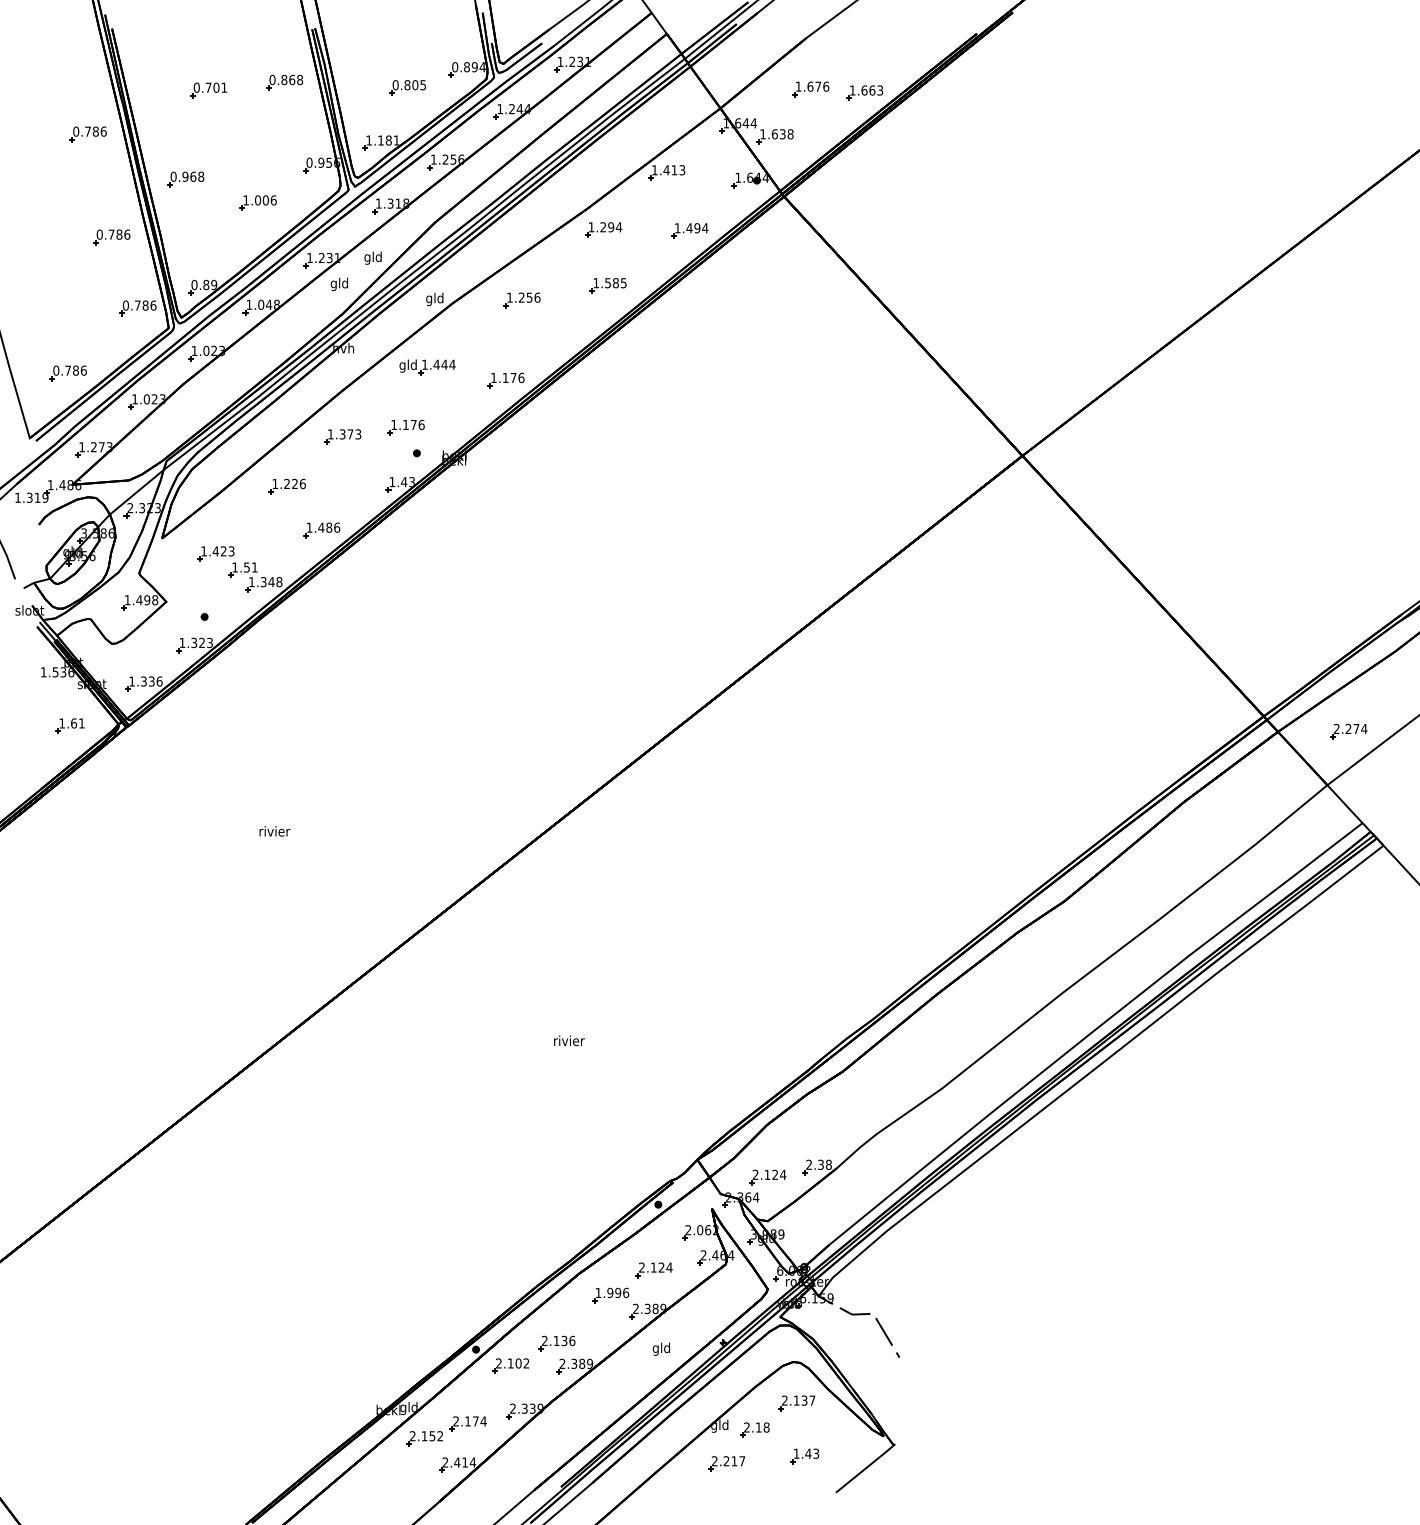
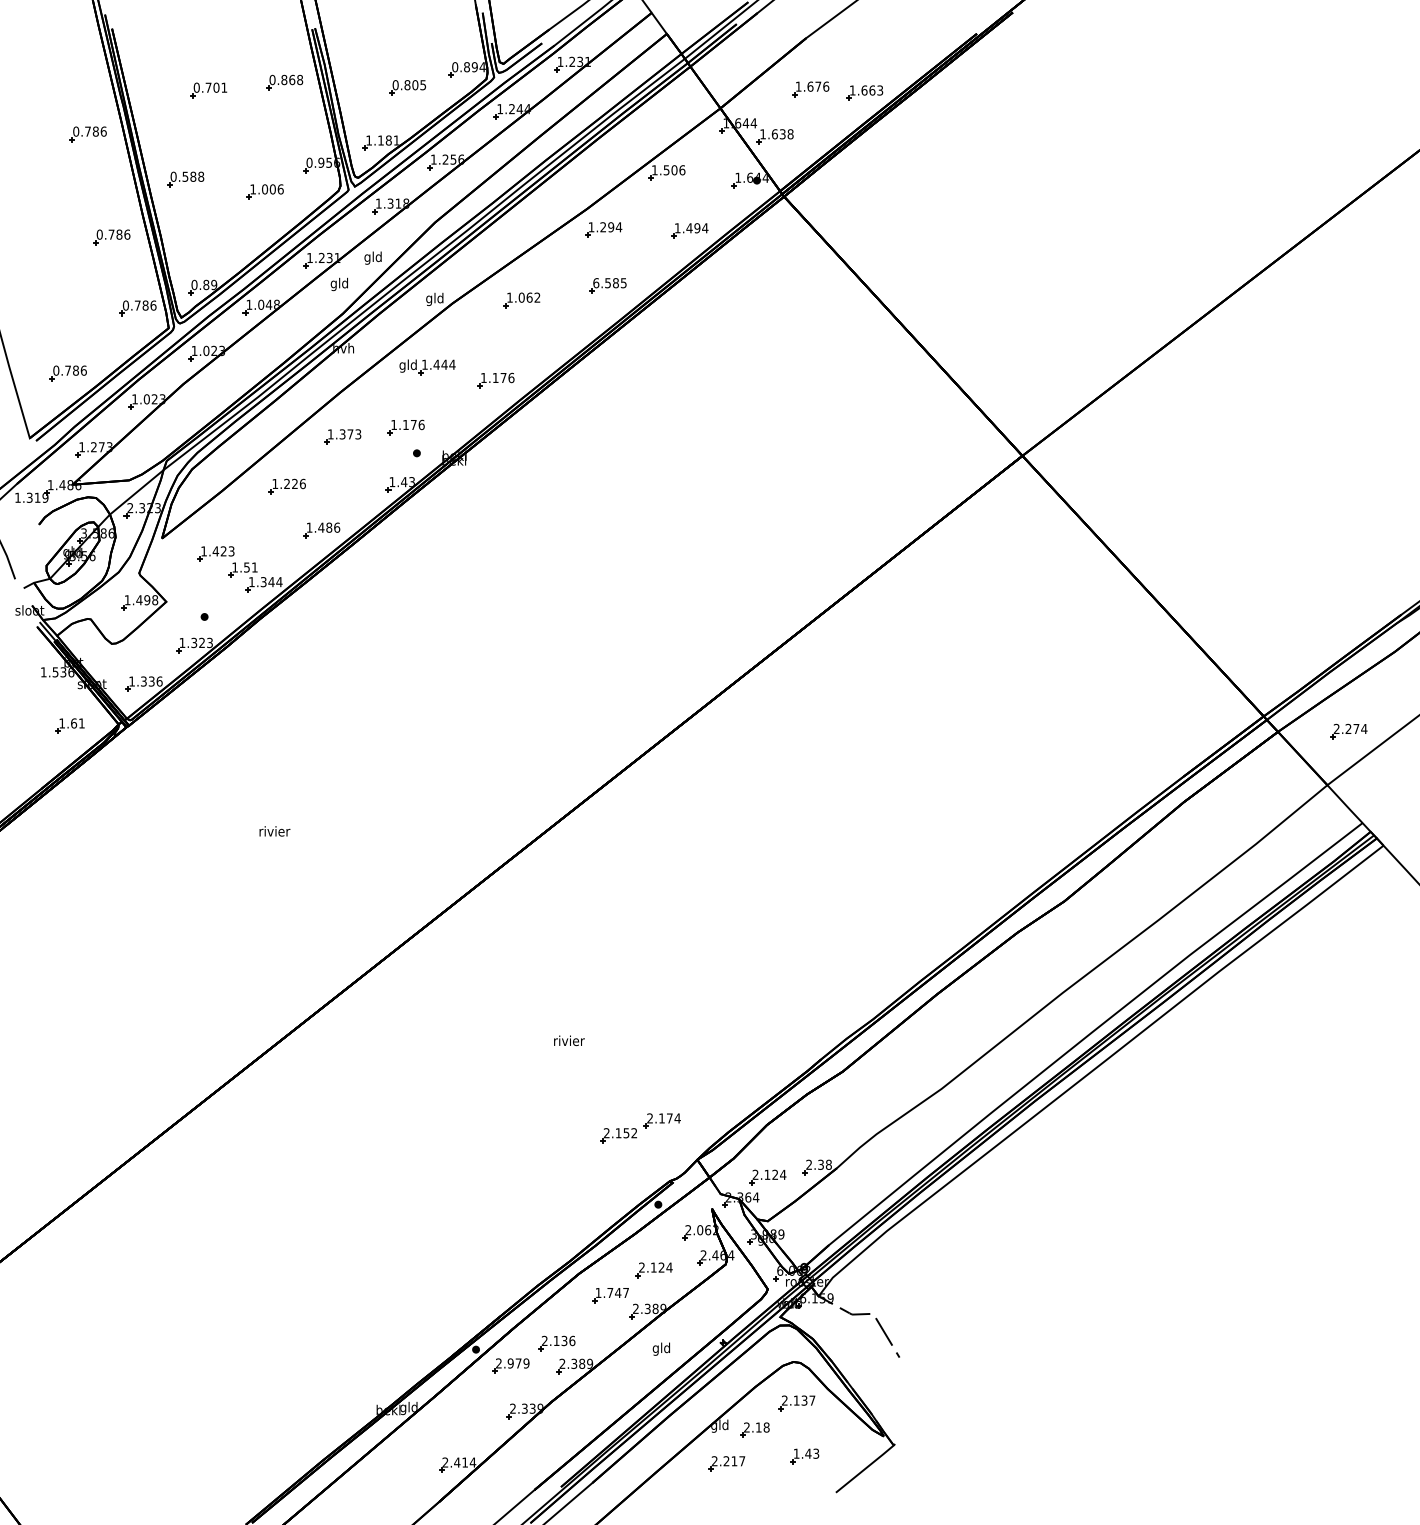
text at (674, 170): 1.413 -> 1.506
text at (189, 176): 0.968 -> 0.588
part at (257, 202) position: (257, 202) -> (264, 191)
text at (596, 283): 1.585 -> 6.585
text at (529, 297): 1.256 -> 1.062
part at (505, 380) position: (505, 380) -> (495, 380)
text at (279, 582): 1.348 -> 1.344
text at (618, 1292): 1.996 -> 1.747
text at (518, 1363): 2.102 -> 2.979
part at (446, 1431) position: (446, 1431) -> (640, 1128)
